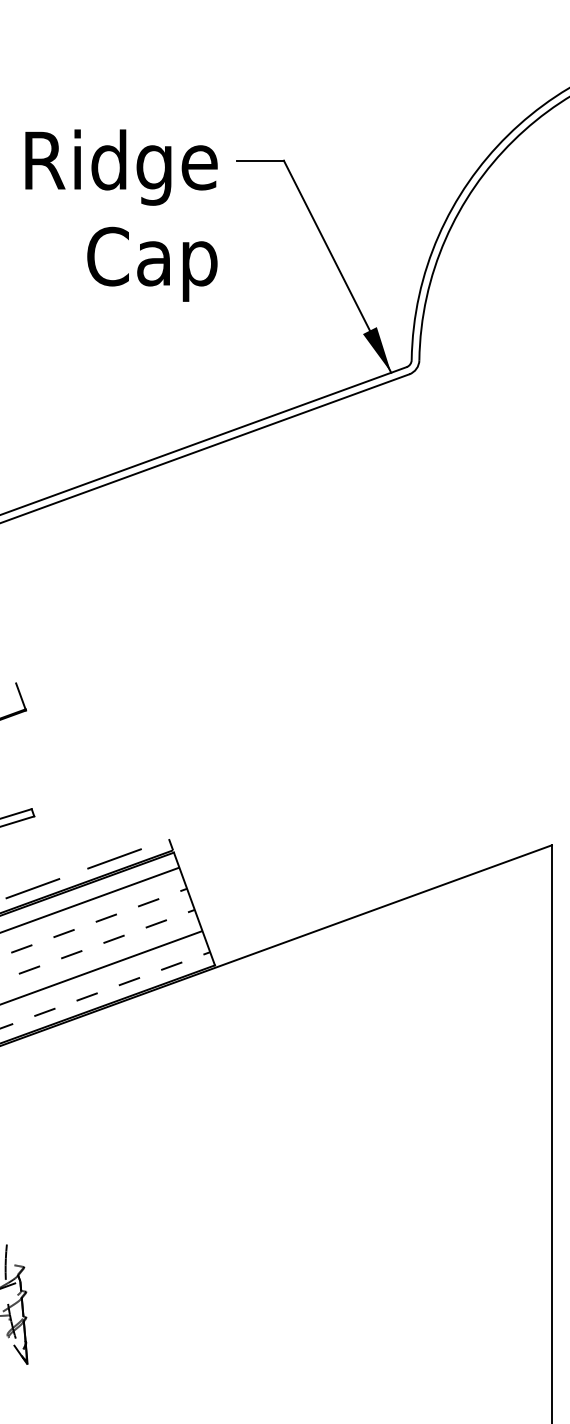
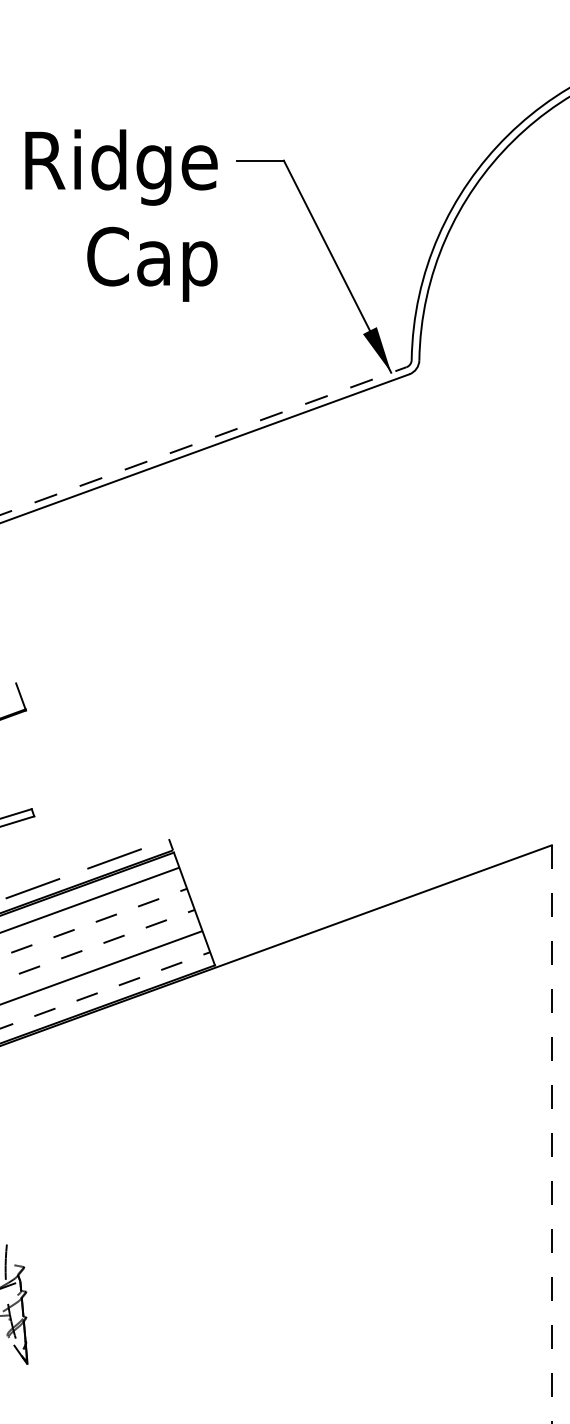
line at (203, 441): solid -> dashed
line at (551, 1134): solid -> dashed
